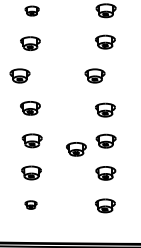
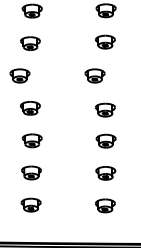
part at (31, 10) size: 16x12 px -> 22x16 px
part at (76, 149): present -> none
part at (30, 204) size: 14x10 px -> 22x16 px
